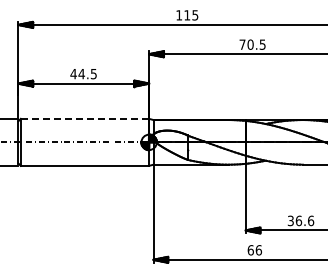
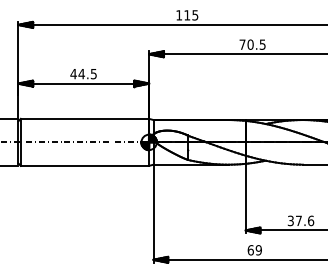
line at (84, 118): dashed -> solid
text at (298, 220): 36.6 -> 37.6
text at (258, 250): 66 -> 69
